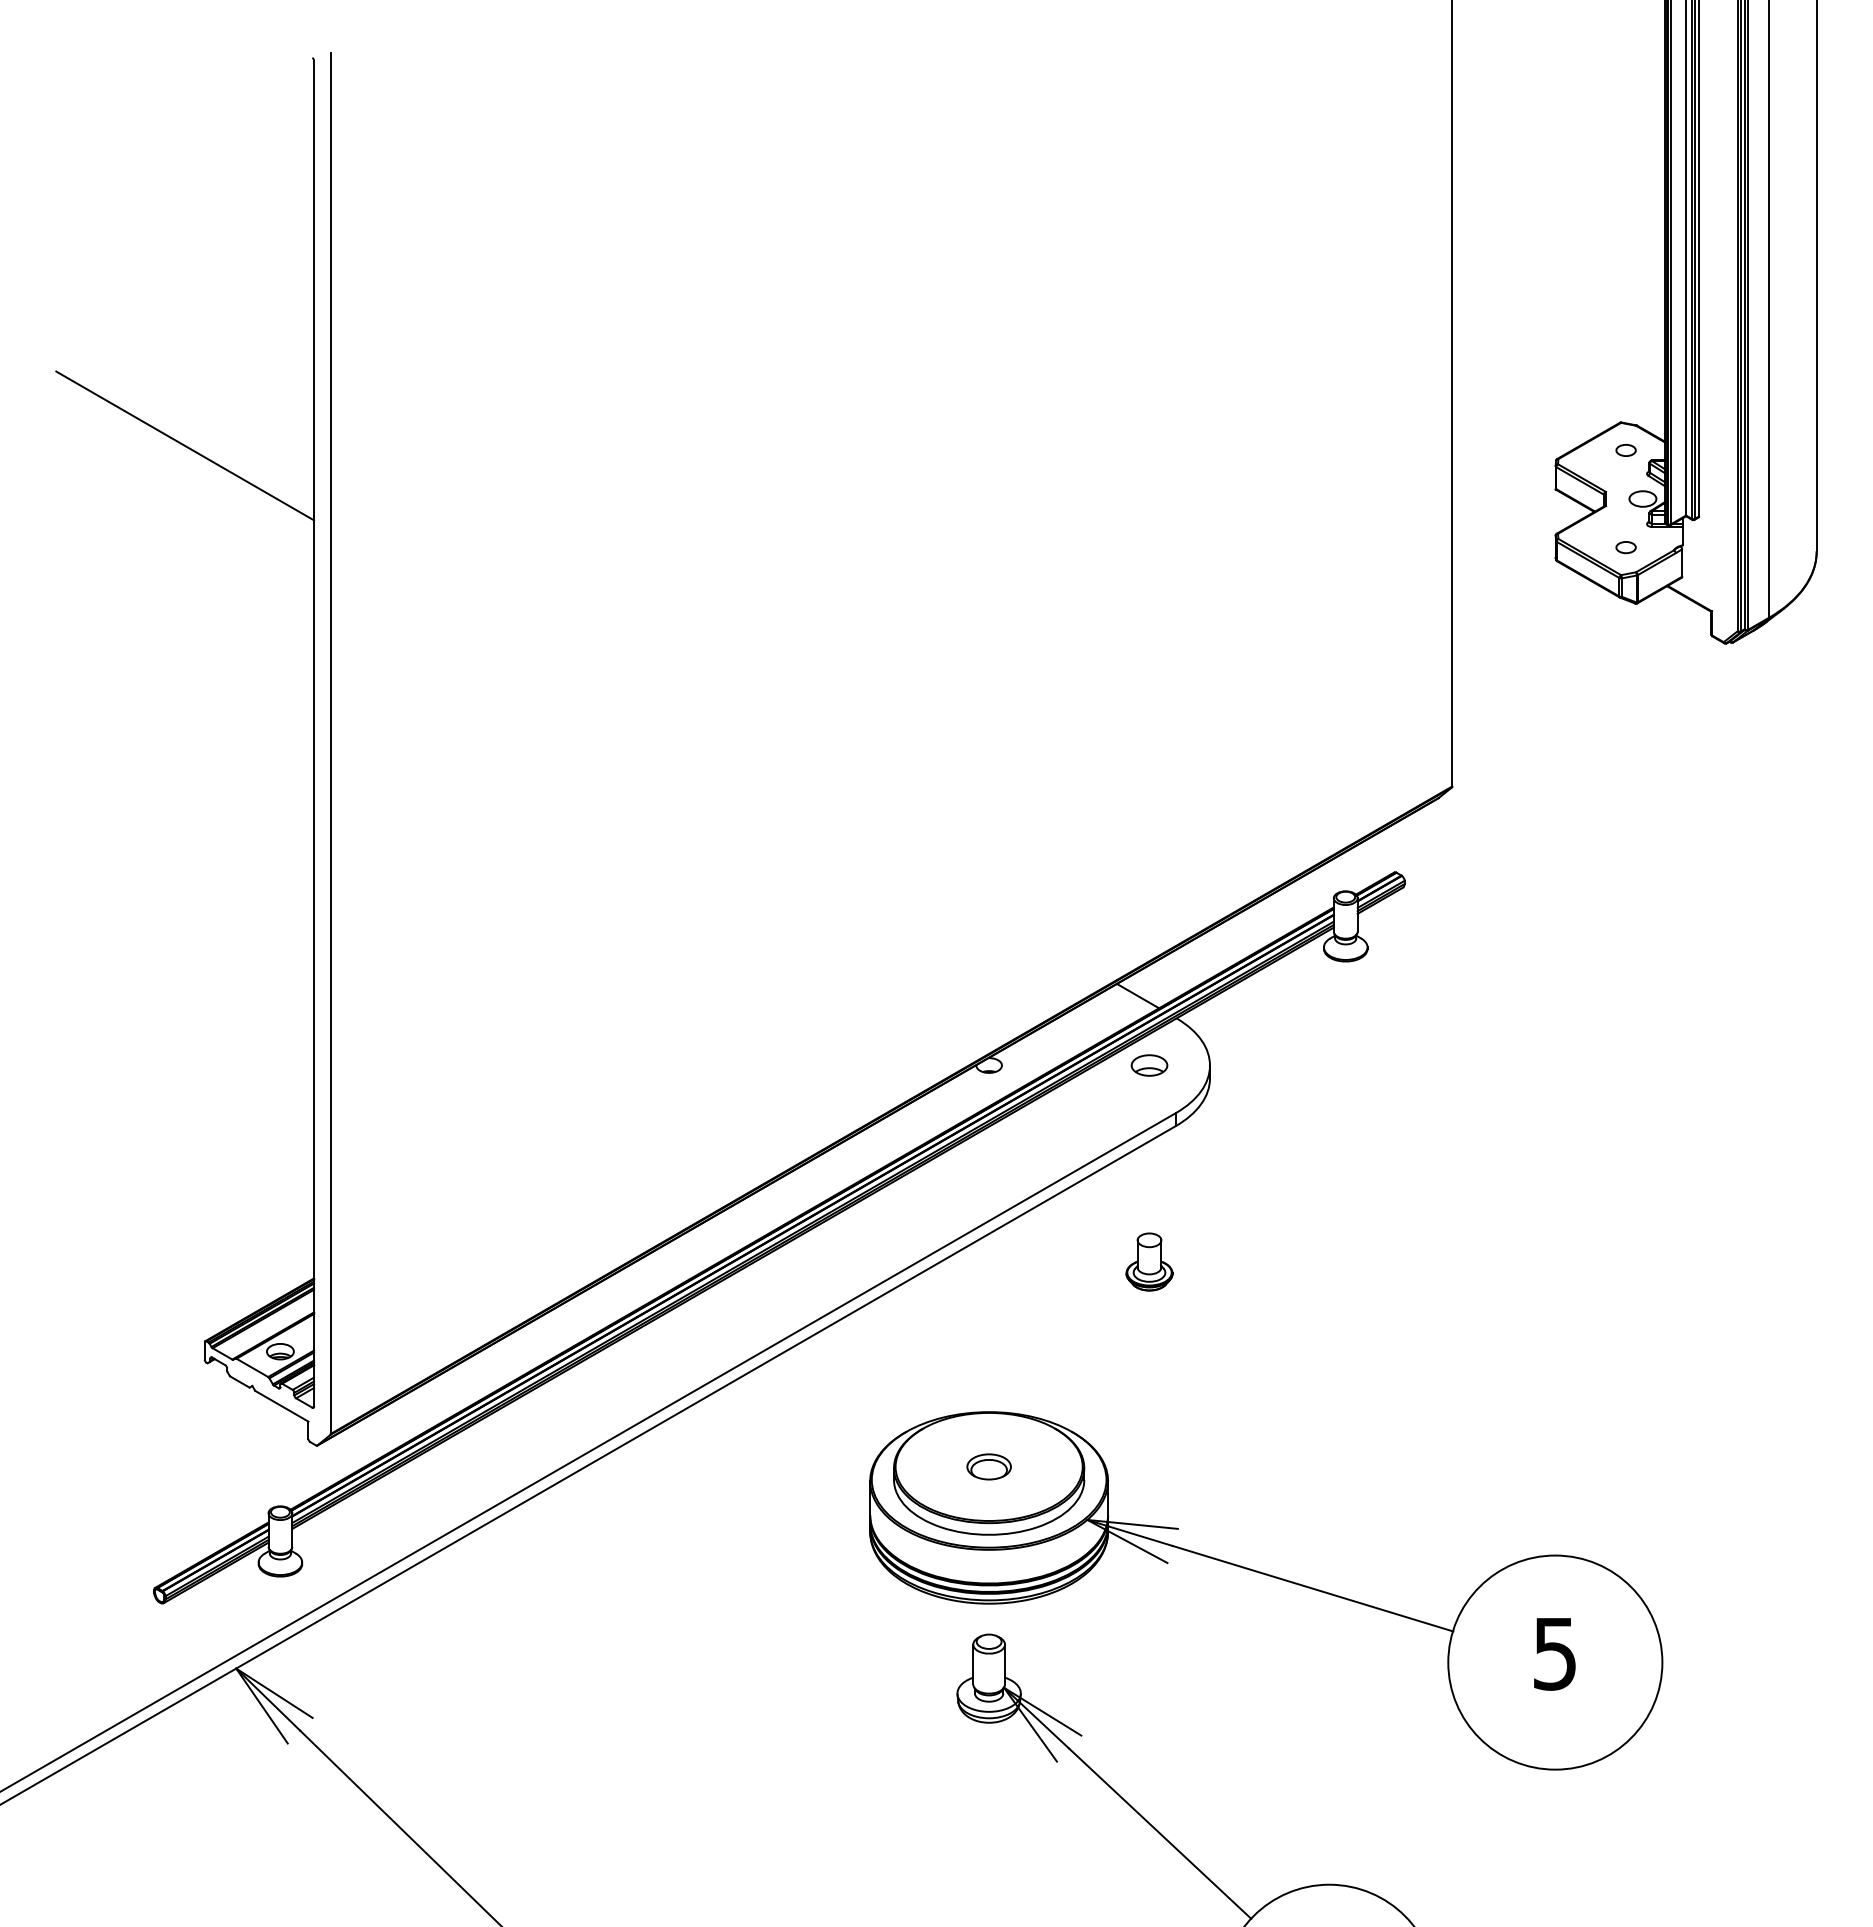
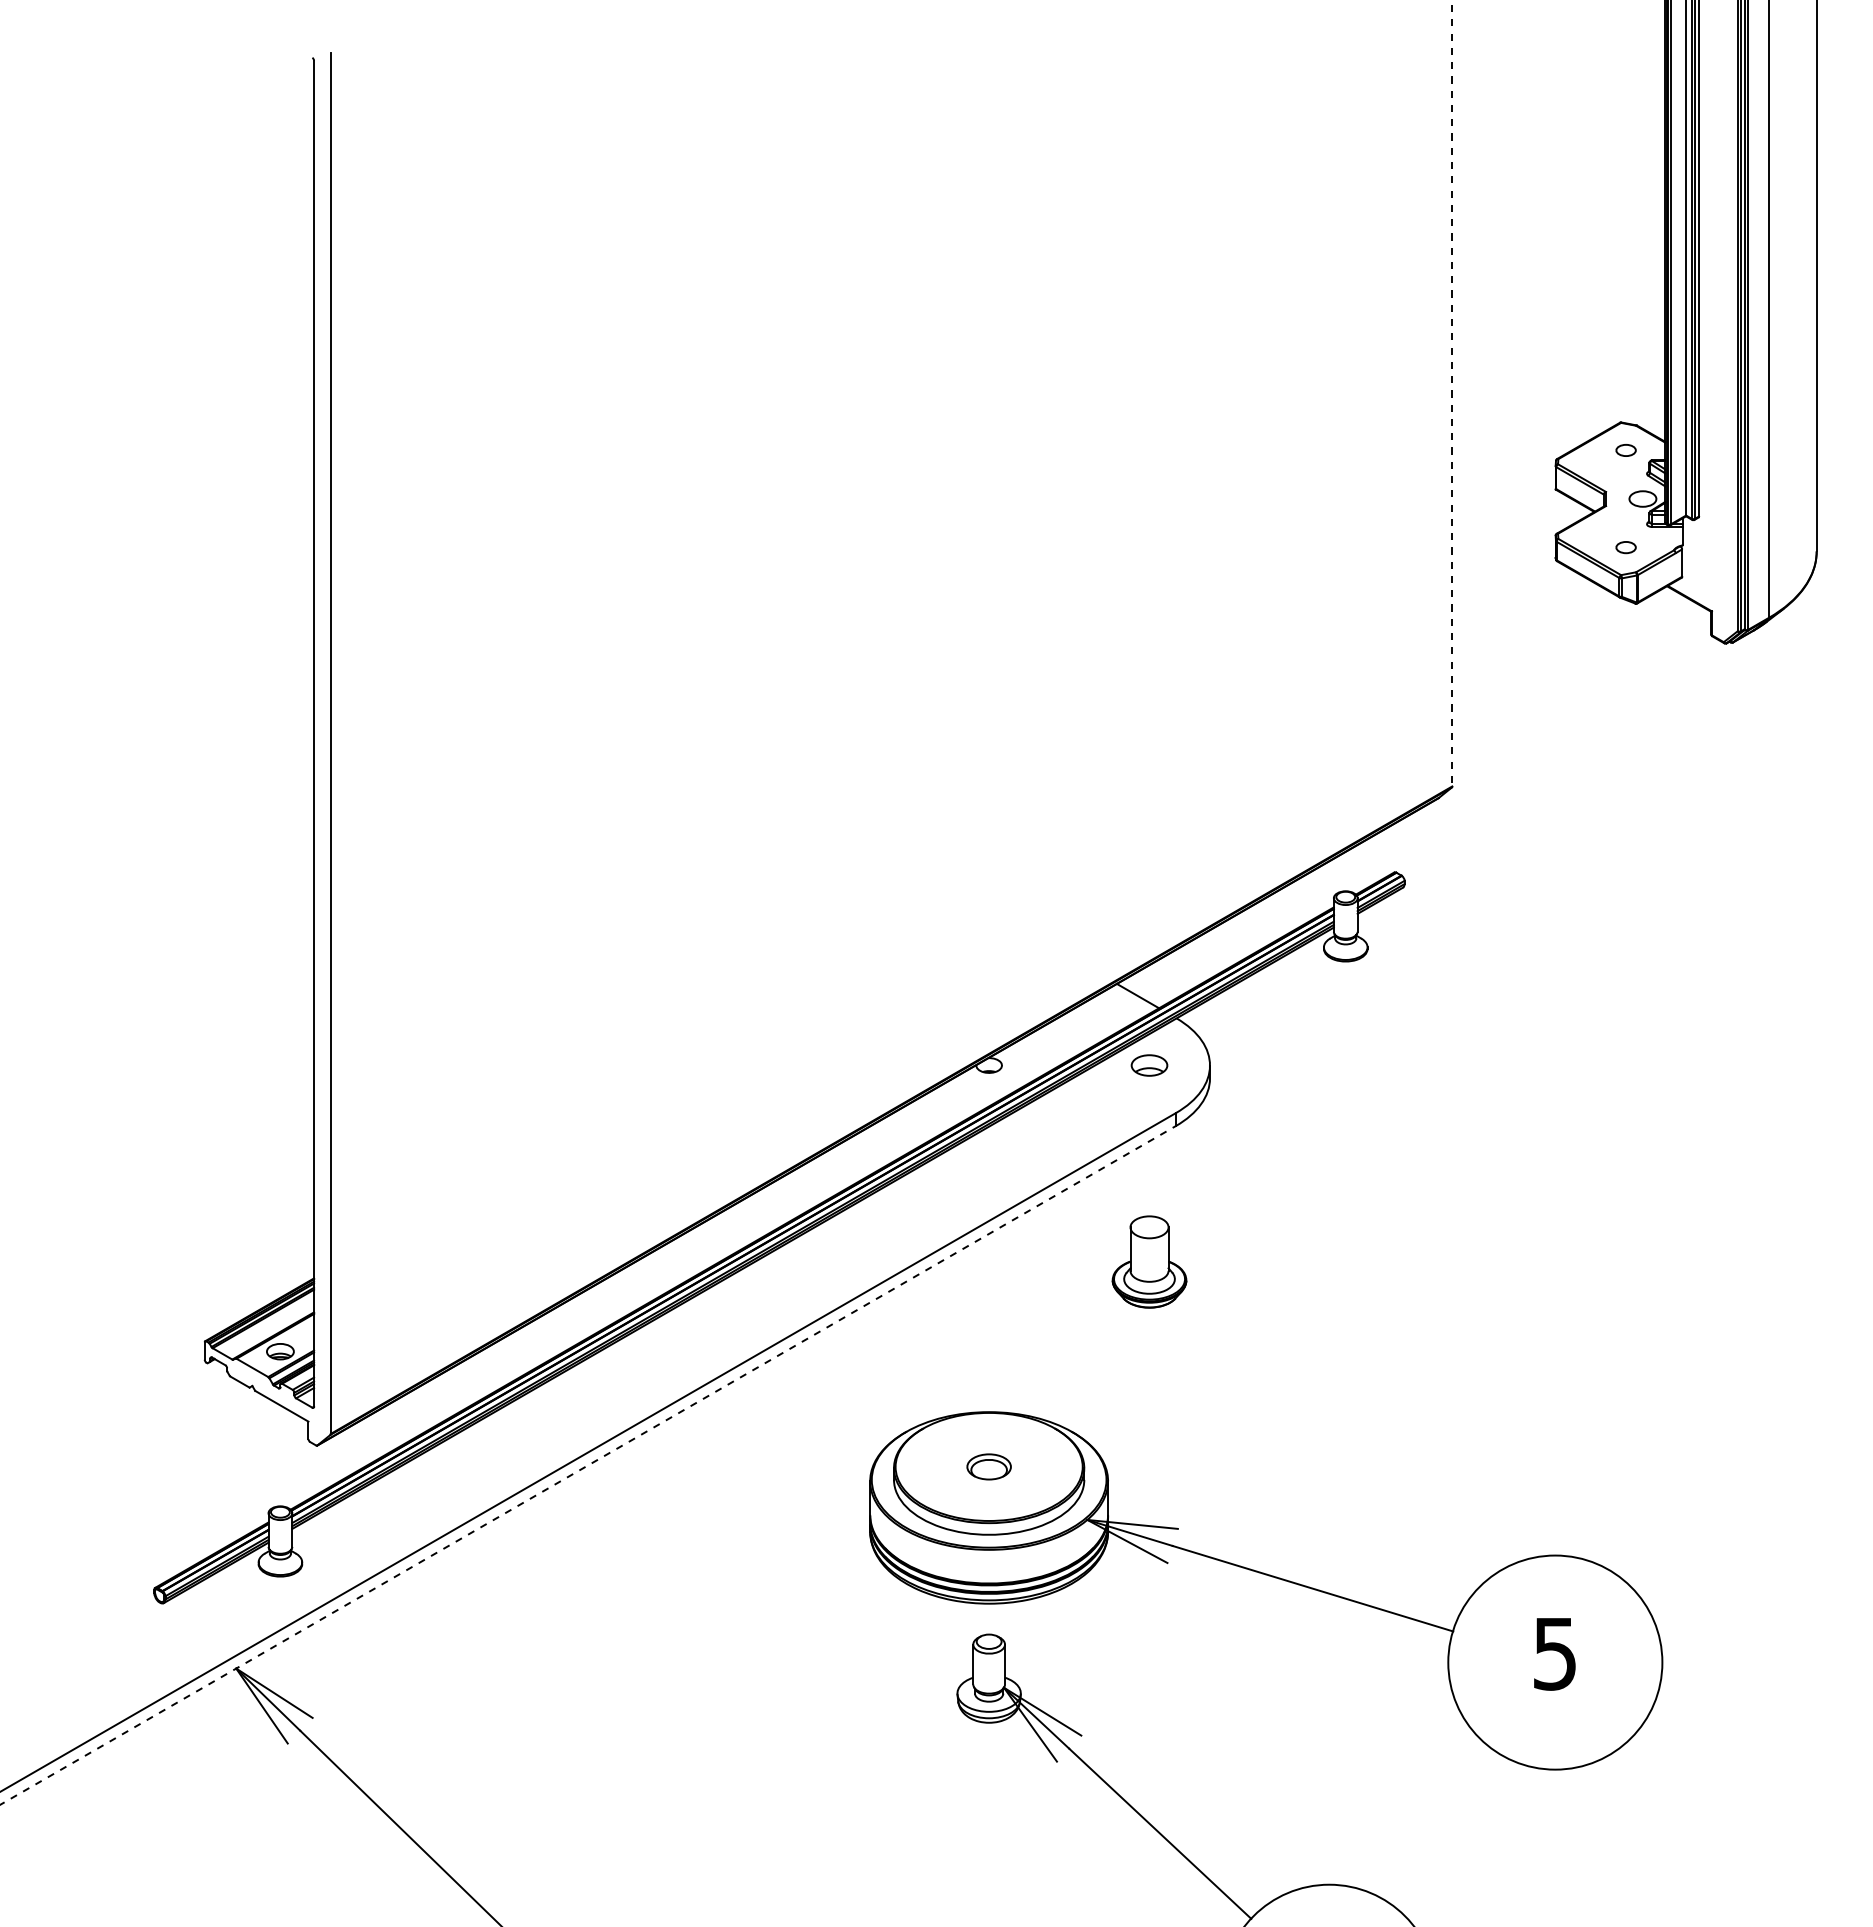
line at (1452, 393): solid -> dashed
line at (185, 445): present -> none
part at (1149, 1261) size: 49x60 px -> 77x94 px
line at (588, 1465): solid -> dashed
